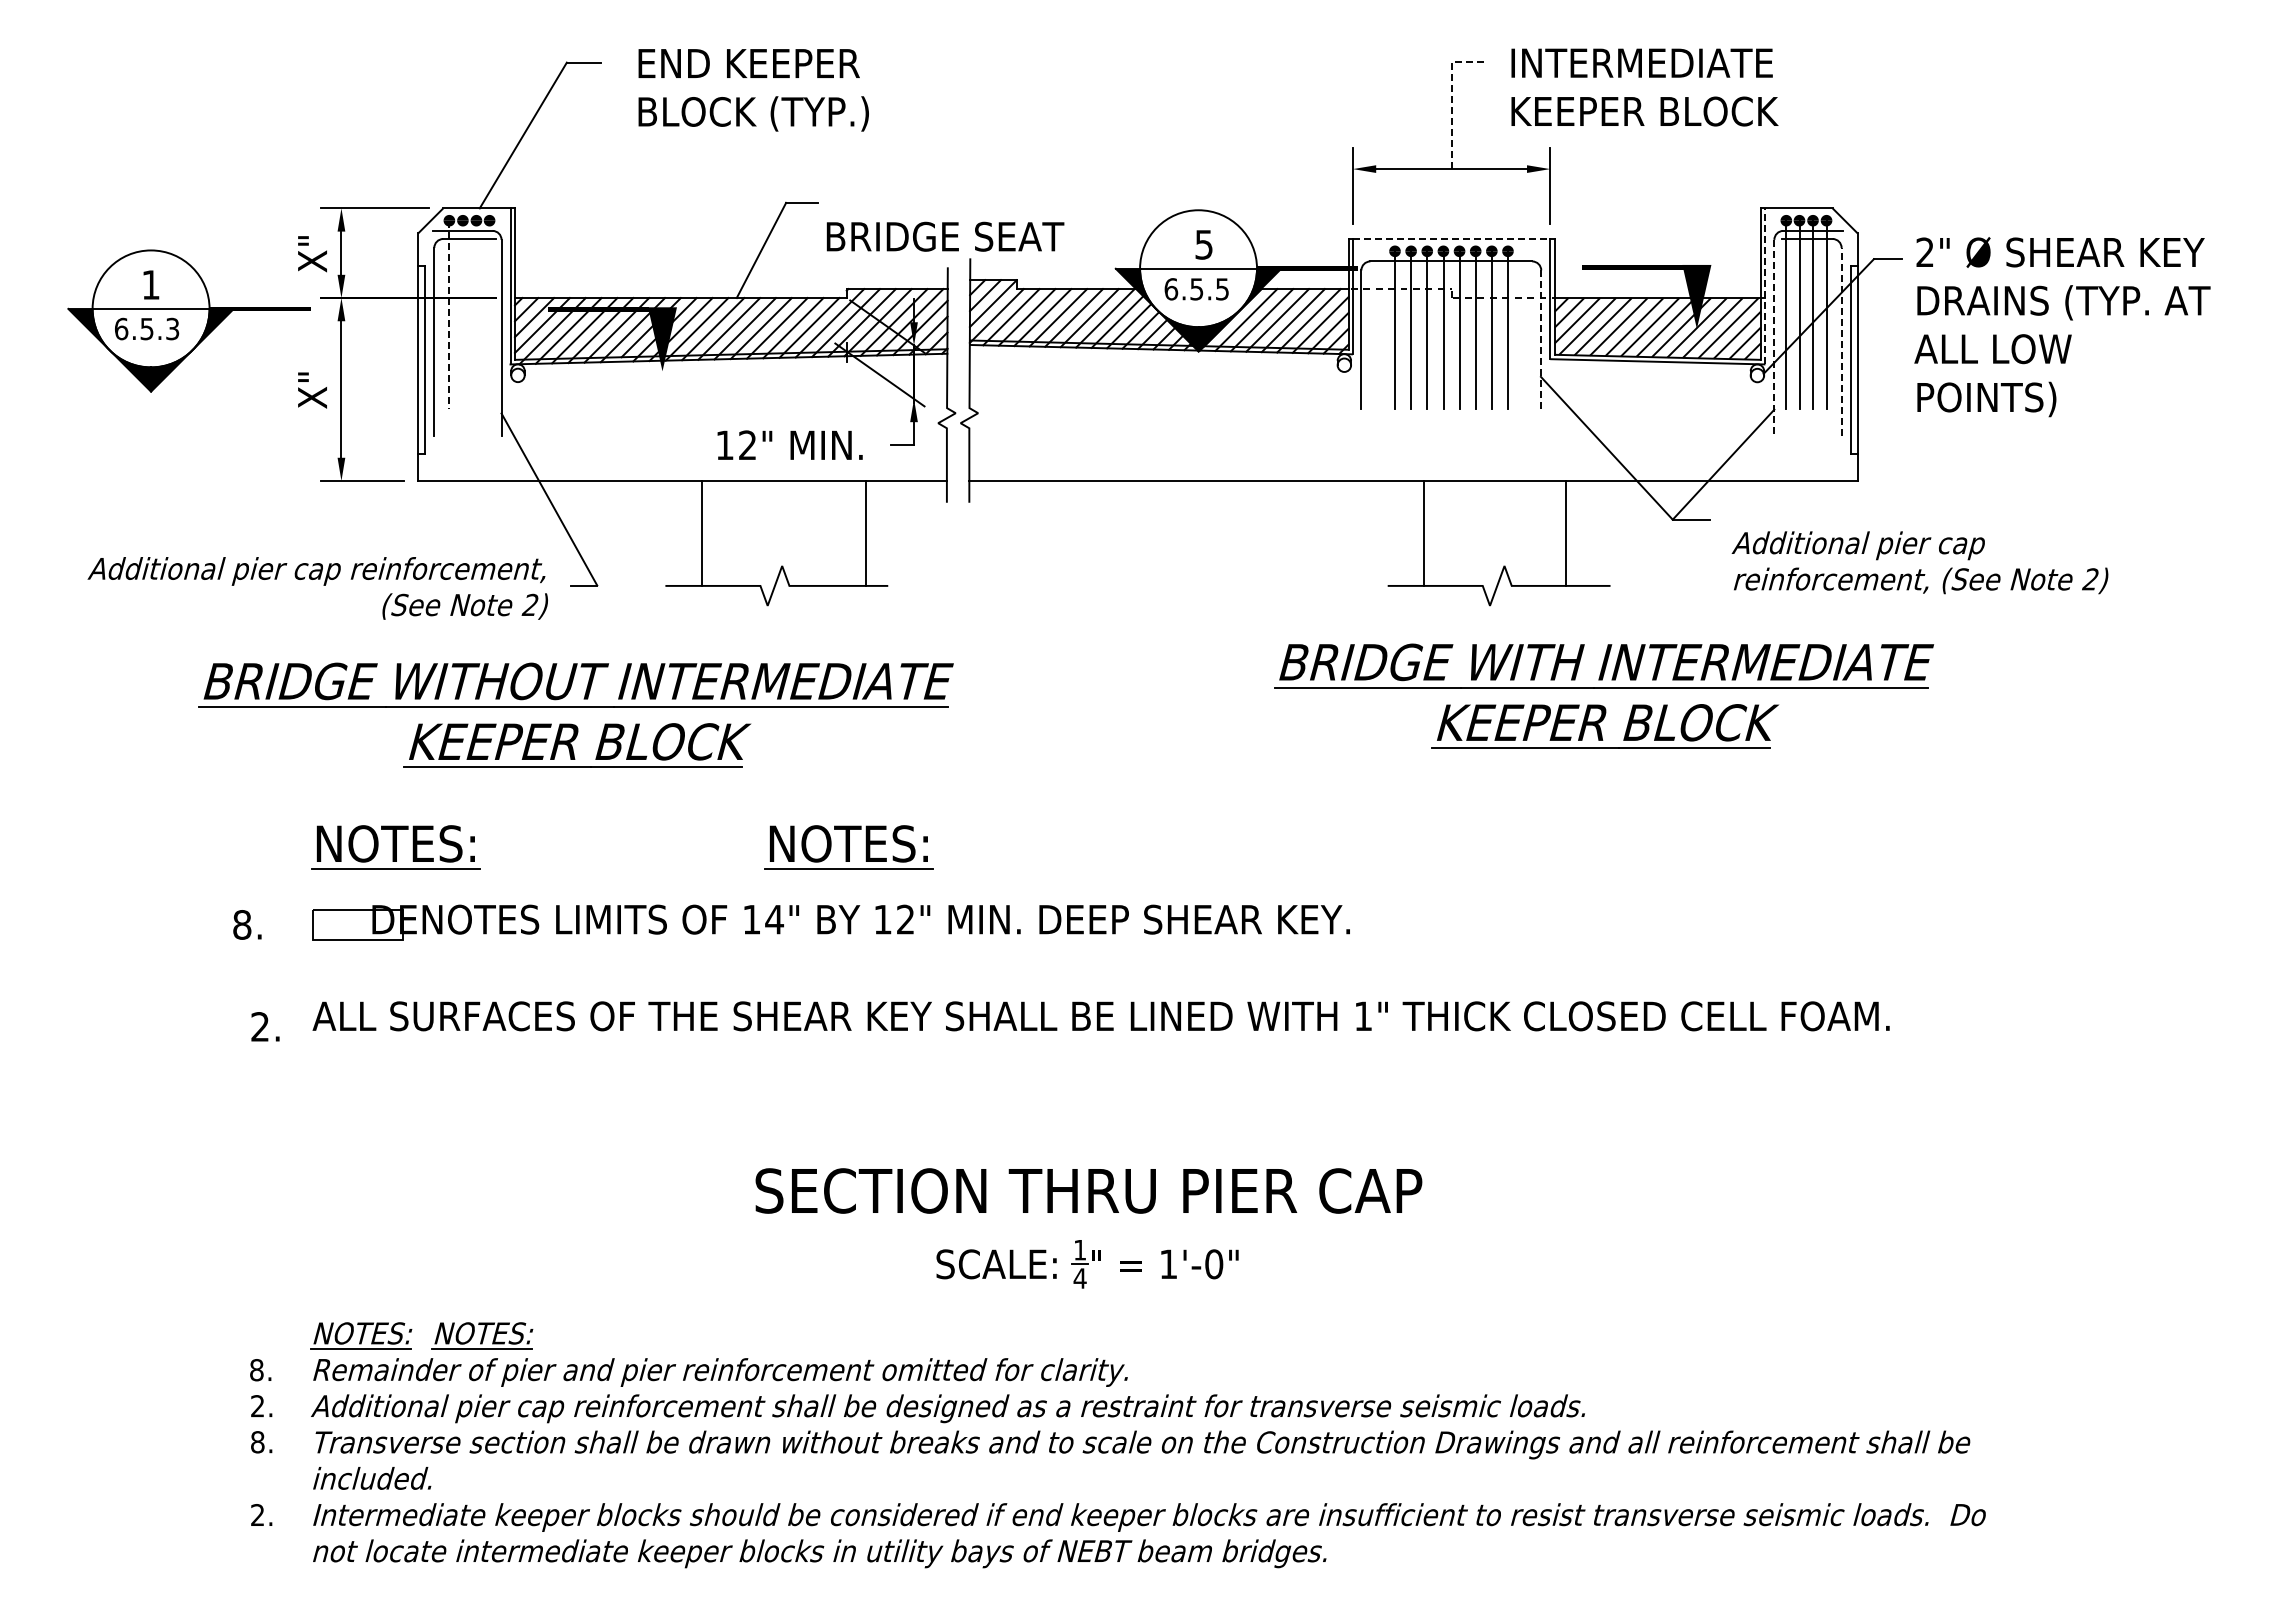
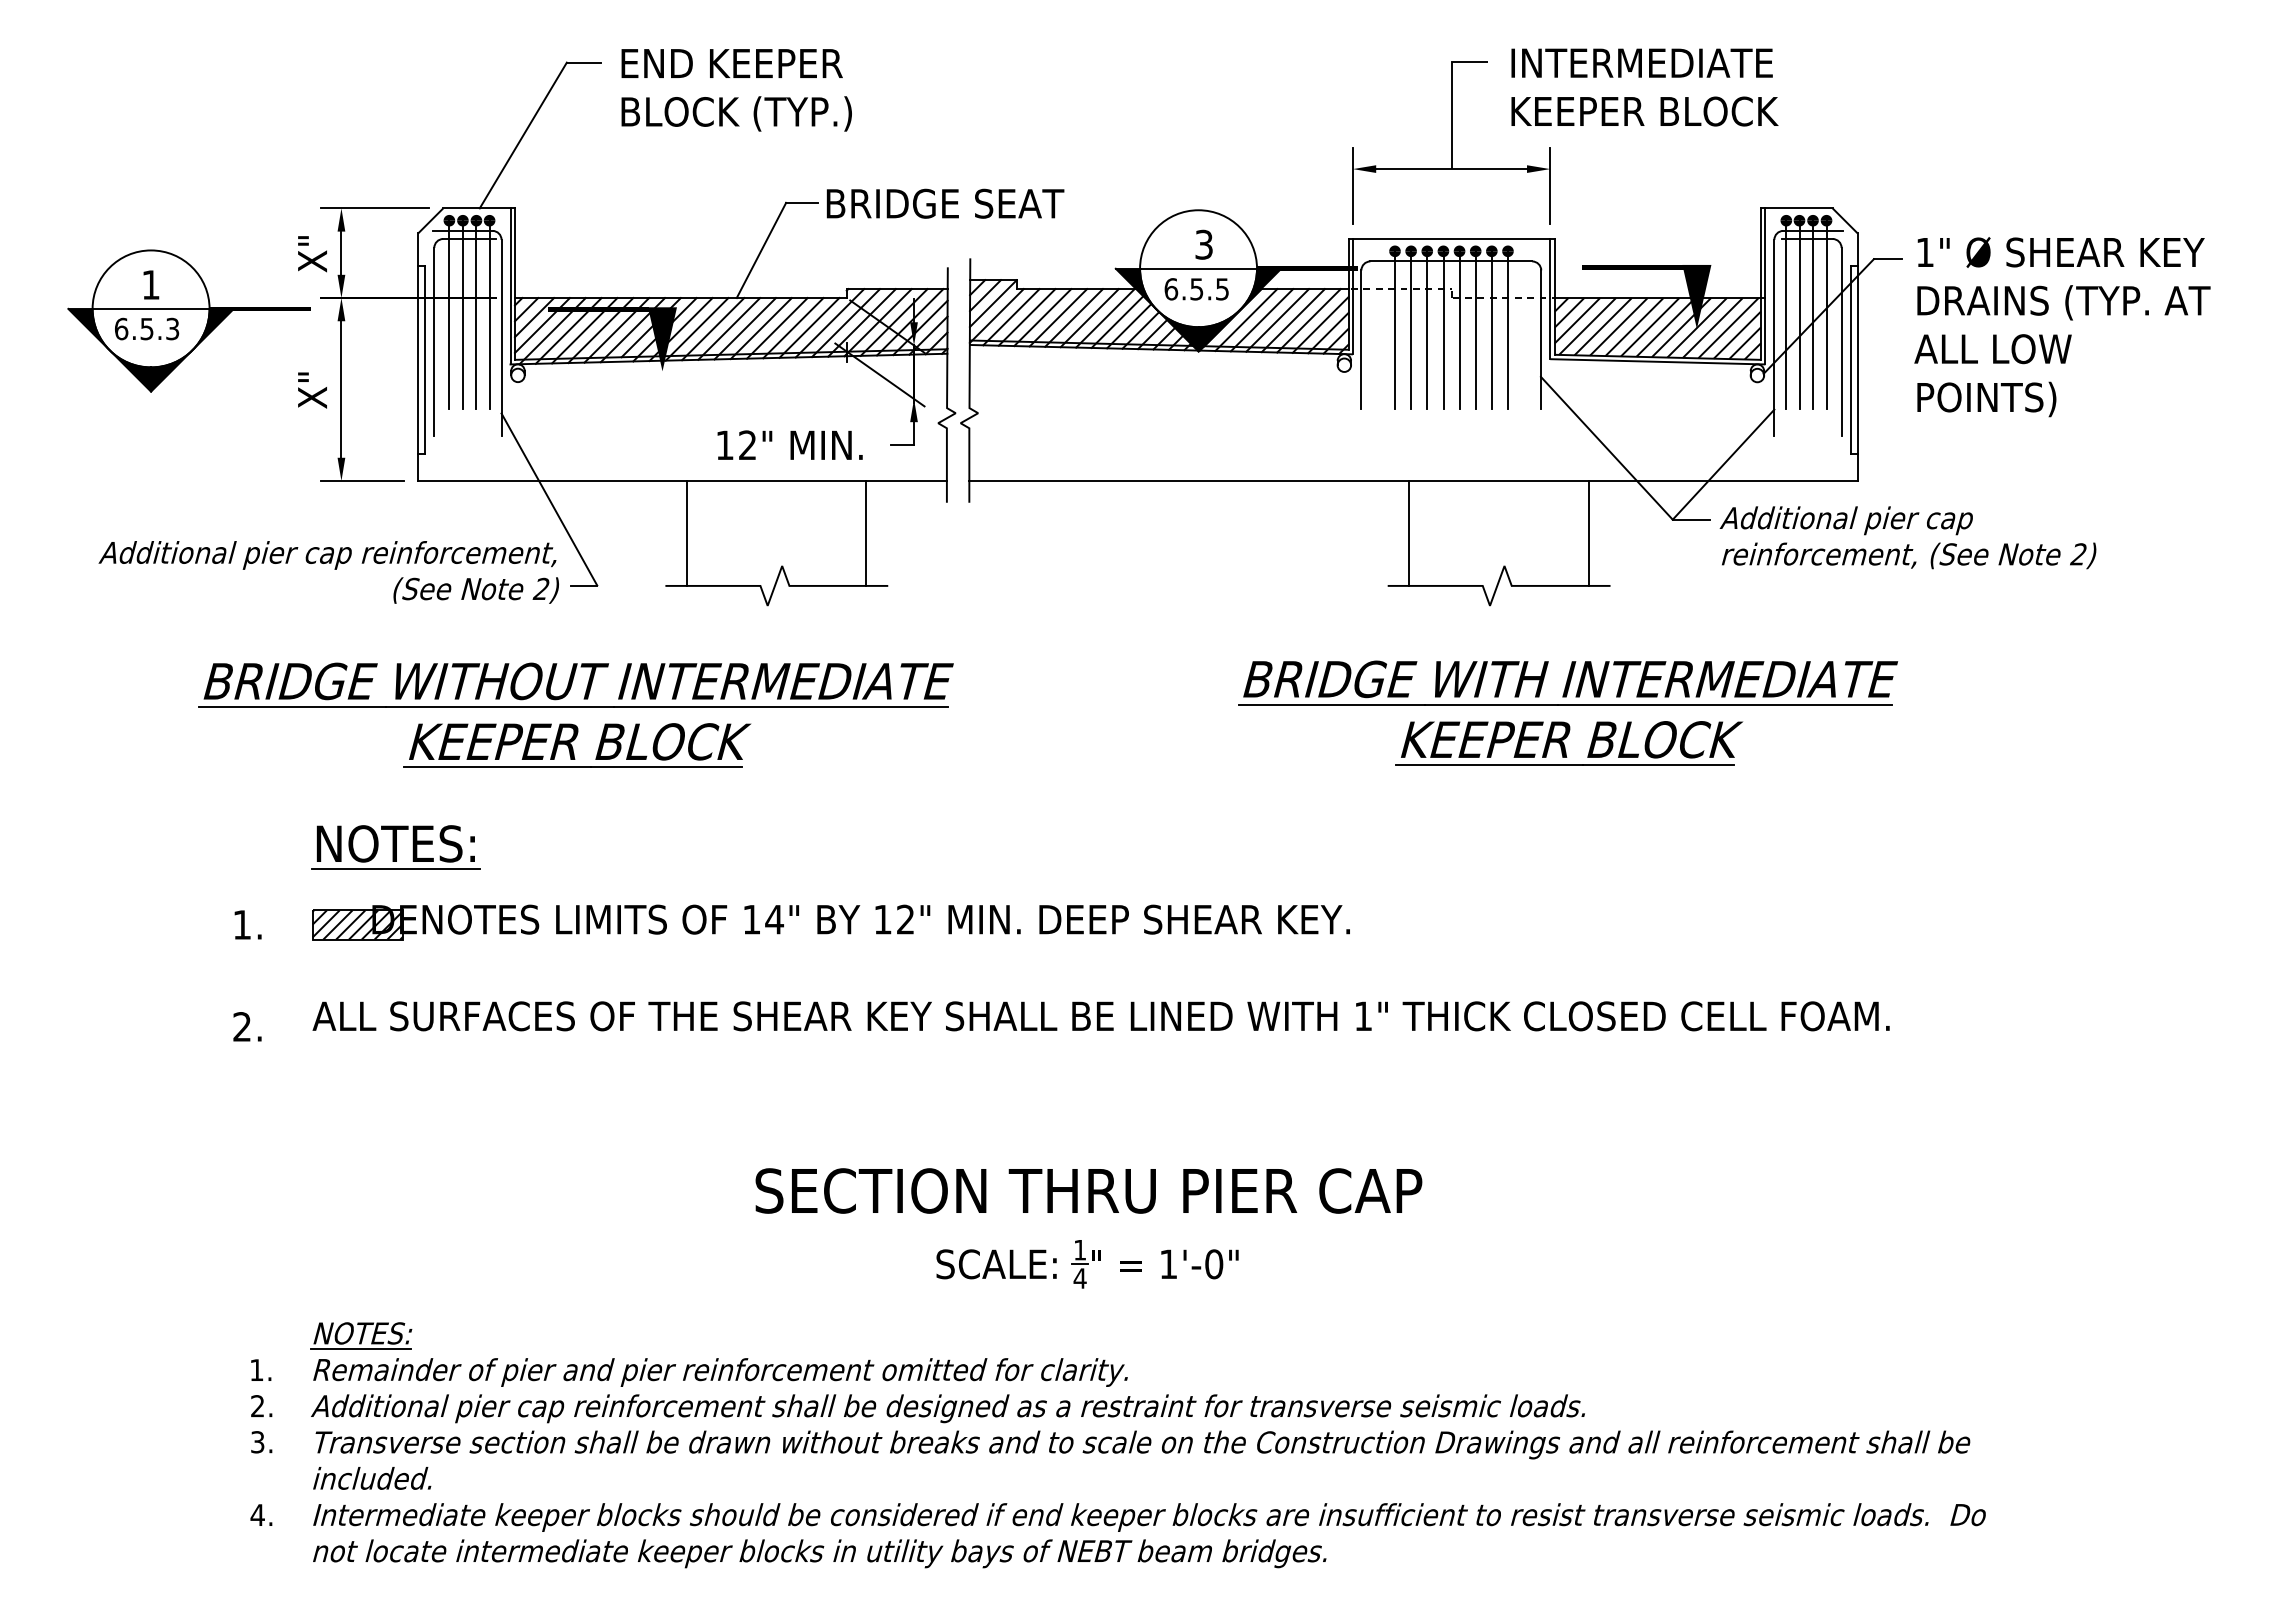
text at (753, 90) position: (753, 90) -> (736, 90)
line at (1451, 96): dashed -> solid
text at (945, 236) position: (945, 236) -> (945, 203)
line at (1451, 238): dashed -> solid
text at (1204, 244): 5 -> 3
text at (1924, 251): 2" -> 1"
line at (1765, 285): dashed -> solid
line at (462, 314): none -> present
line at (476, 314): none -> present
line at (489, 314): none -> present
line at (449, 315): dashed -> solid
line at (1774, 338): dashed -> solid
line at (1541, 339): dashed -> solid
line at (1841, 341): dashed -> solid
line at (702, 533) position: (702, 533) -> (687, 533)
line at (1424, 533) position: (1424, 533) -> (1409, 533)
line at (1565, 533) position: (1565, 533) -> (1588, 533)
text at (1919, 562) position: (1919, 562) -> (1907, 537)
text at (317, 588) position: (317, 588) -> (328, 572)
part at (1604, 688) position: (1604, 688) -> (1568, 705)
part at (848, 847): present -> none
text at (242, 924): 8. -> 1.
hatch at (357, 924): none -> present
text at (265, 1026) position: (265, 1026) -> (247, 1026)
part at (482, 1335): present -> none
text at (256, 1370): 8. -> 1.
text at (257, 1442): 8. -> 3.
text at (257, 1514): 2. -> 4.
